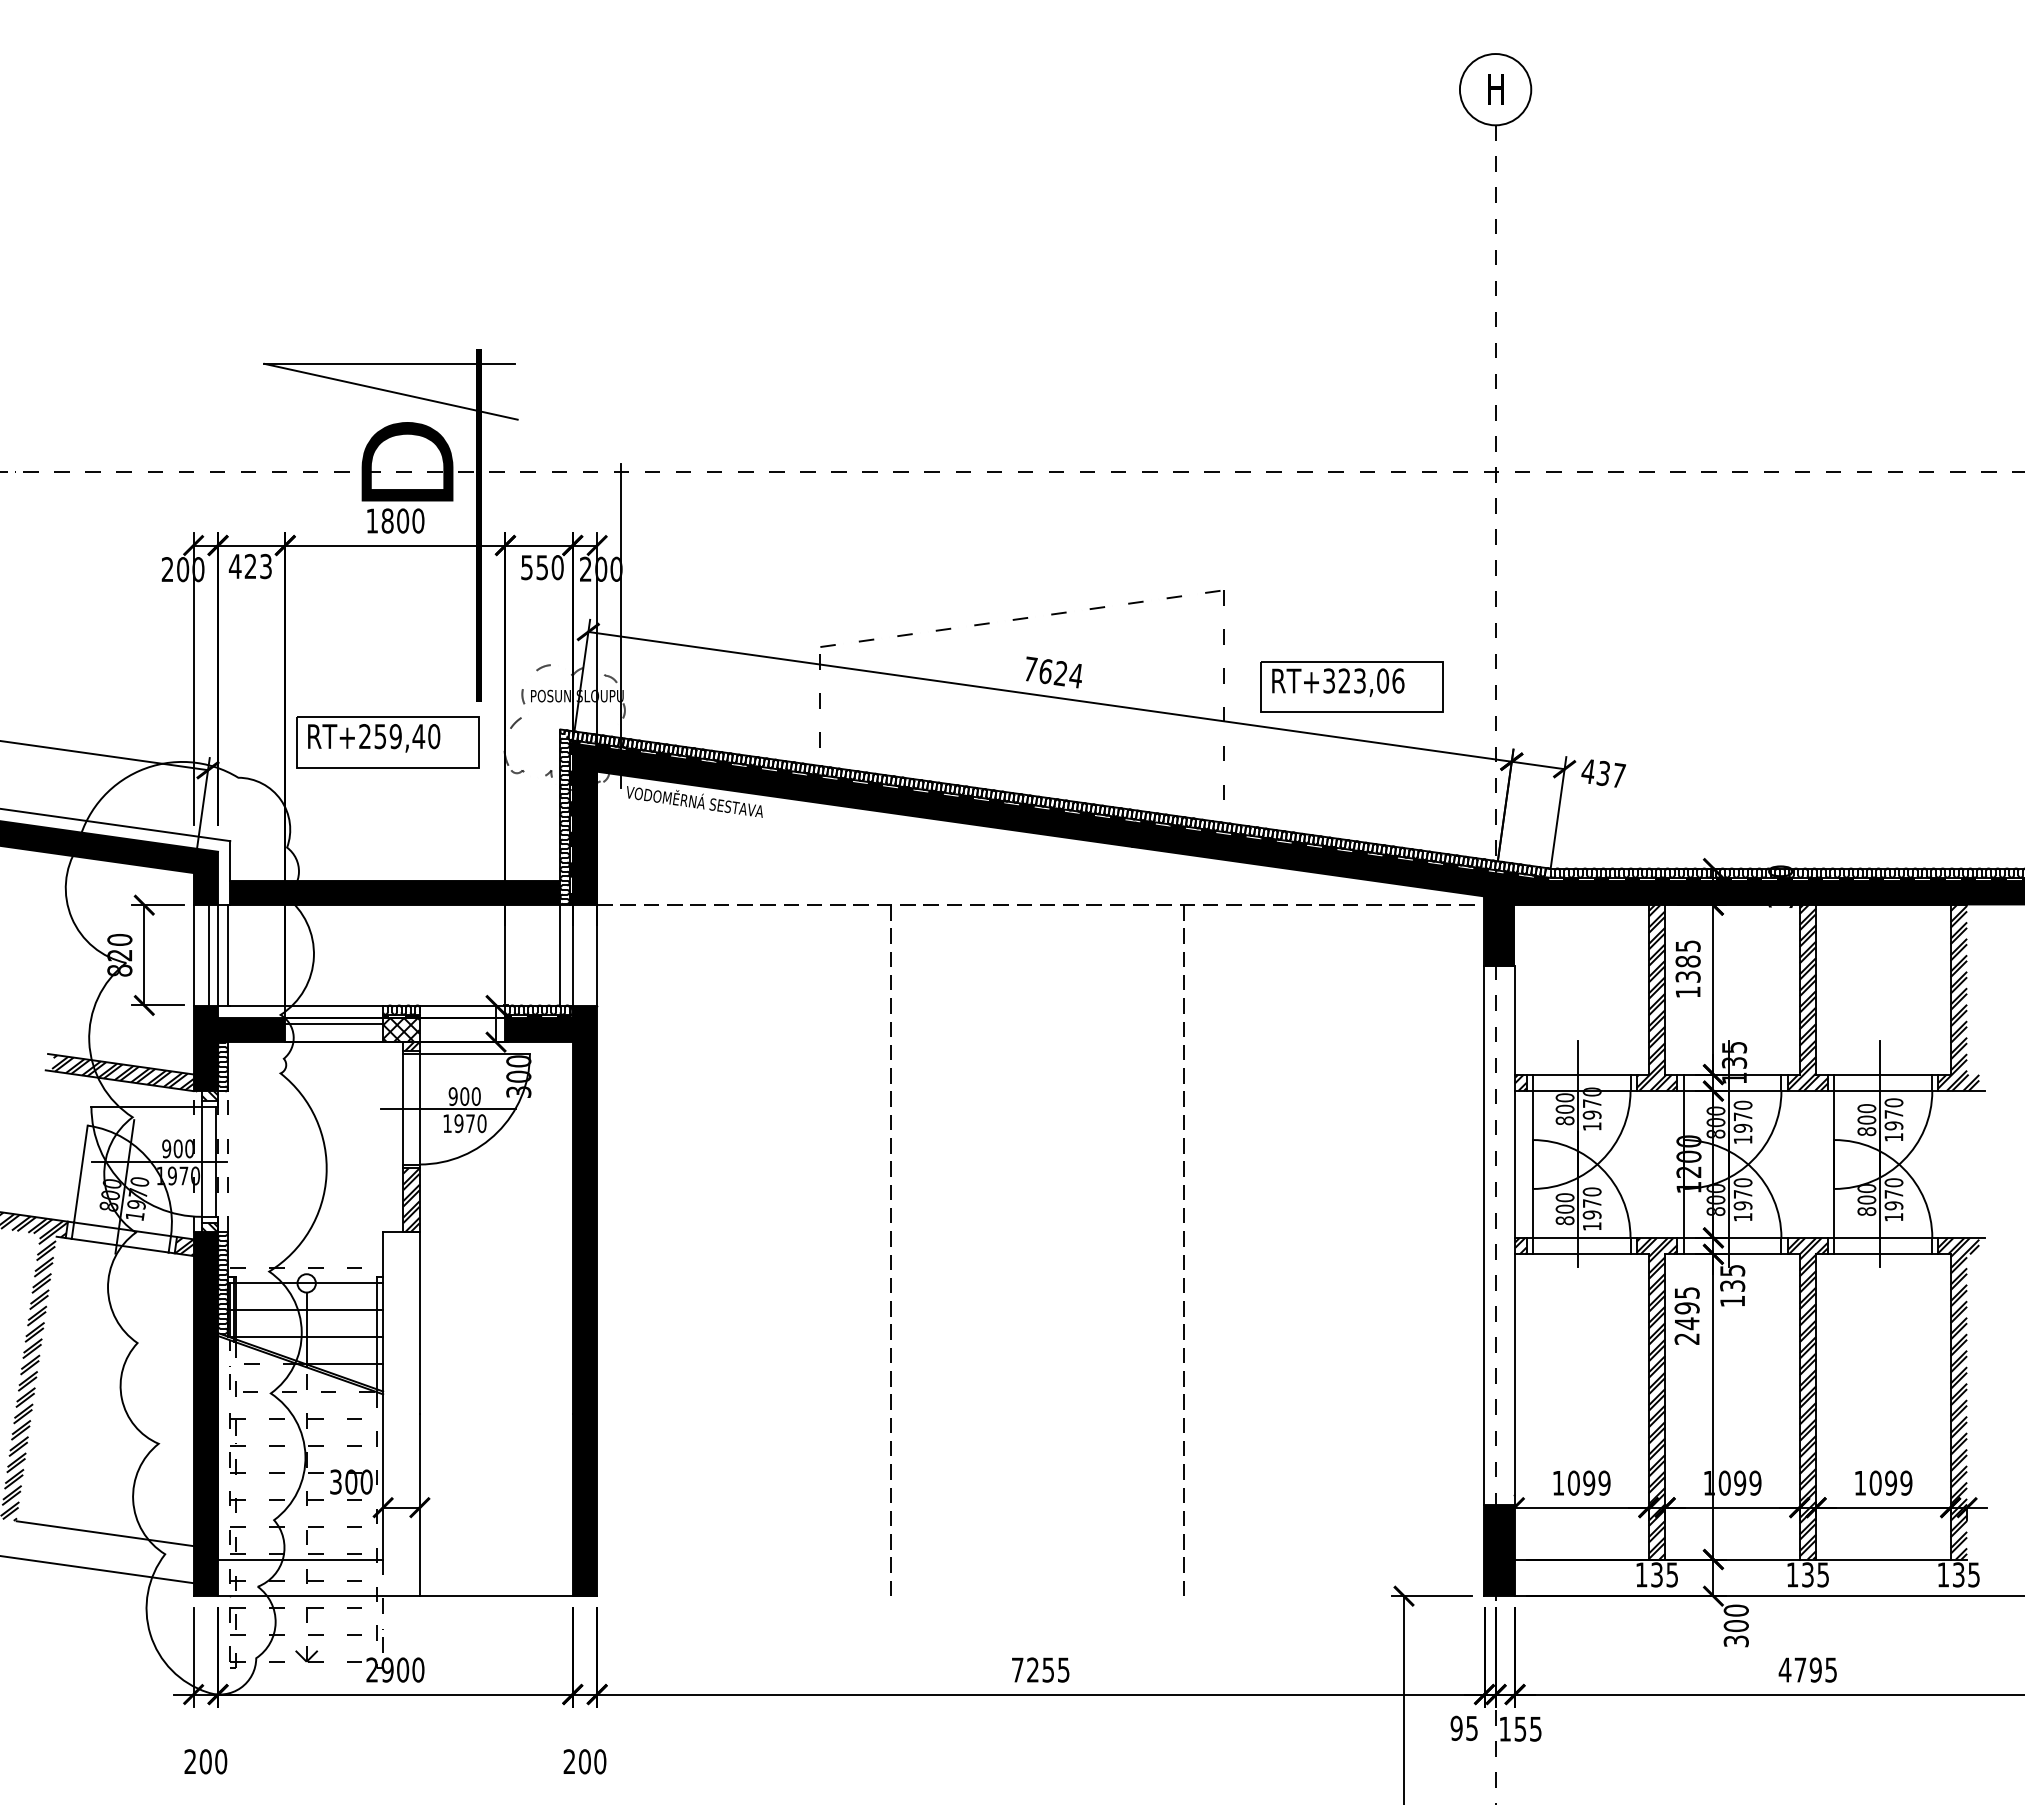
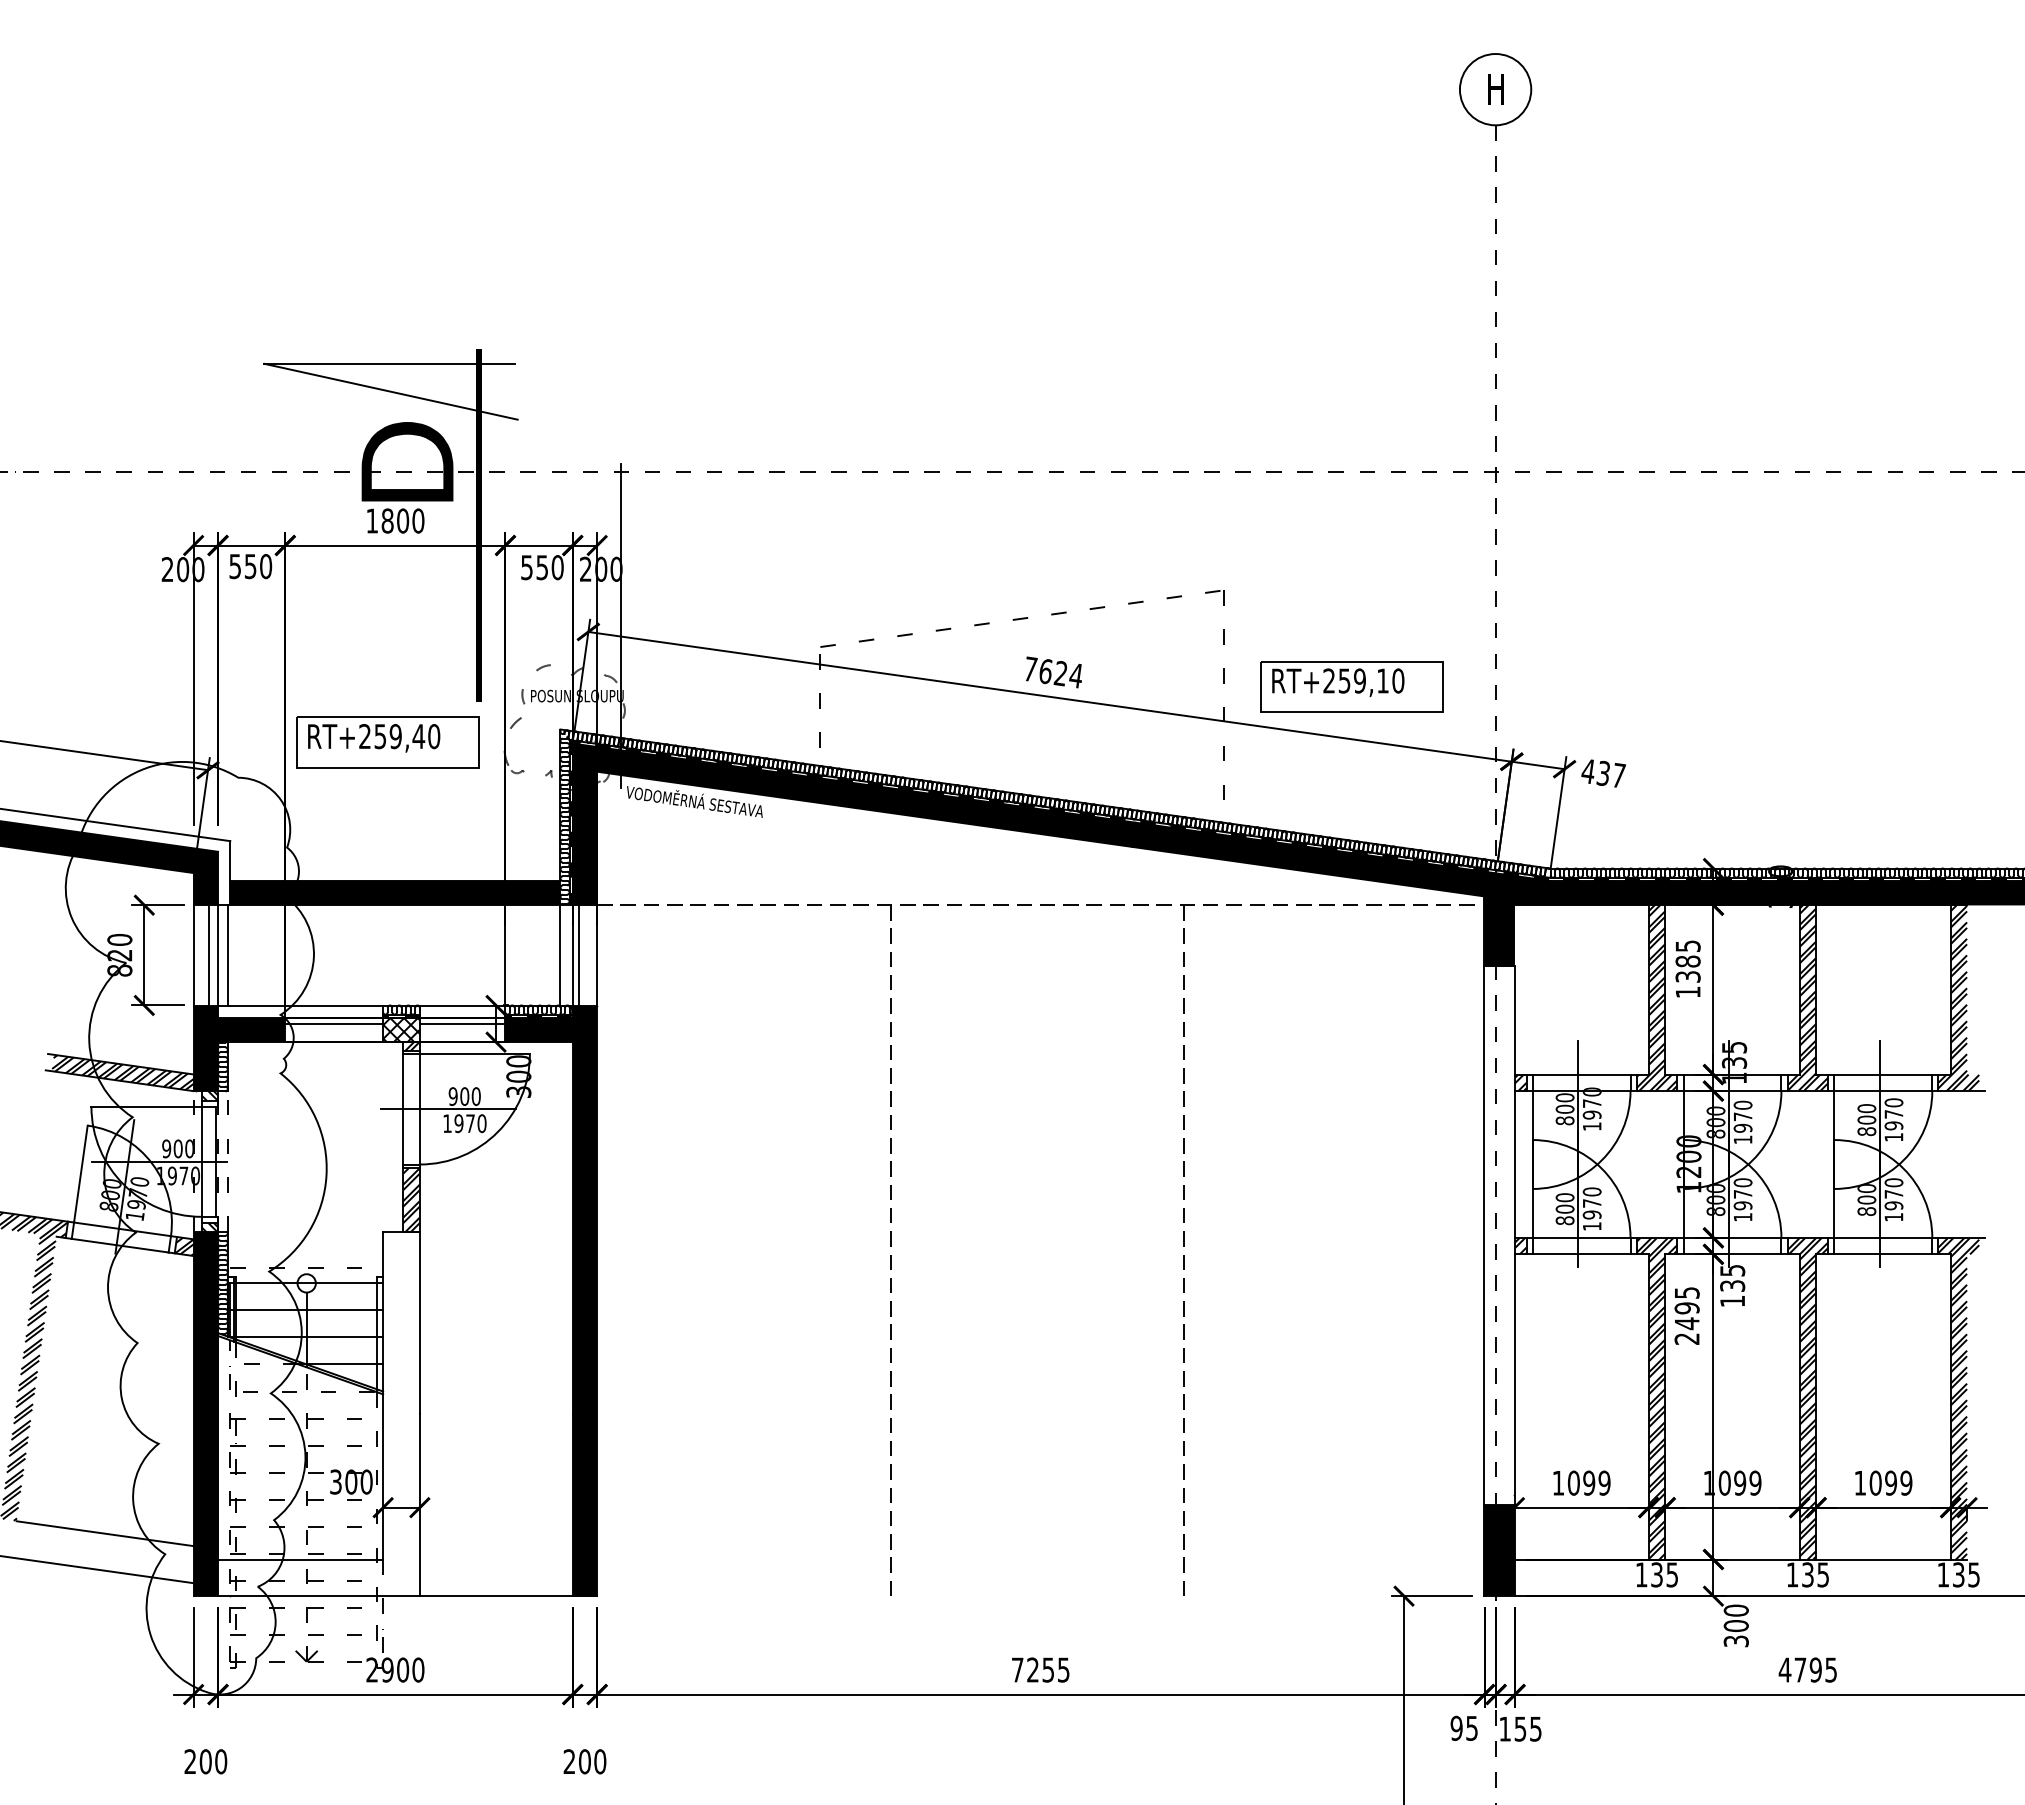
text at (250, 566): 423 -> 550
text at (1363, 680): RT+323,06 -> RT+259,10
line at (578, 955): none -> present
line at (462, 1023): none -> present
